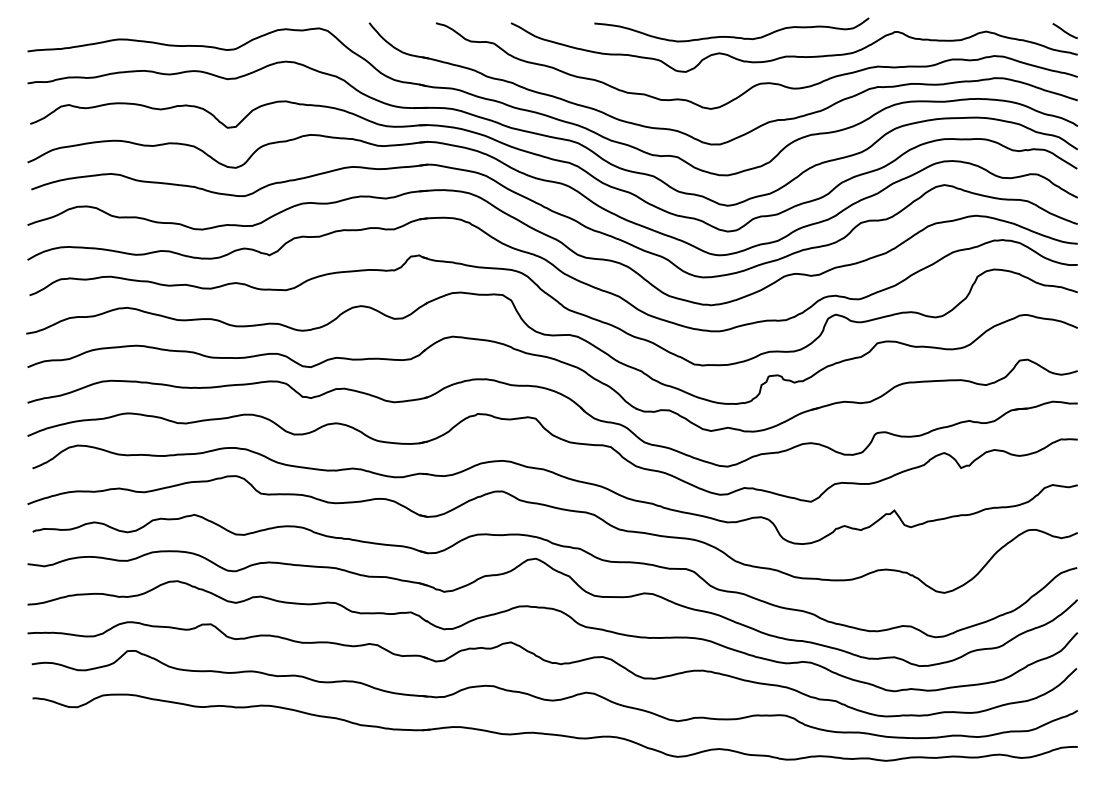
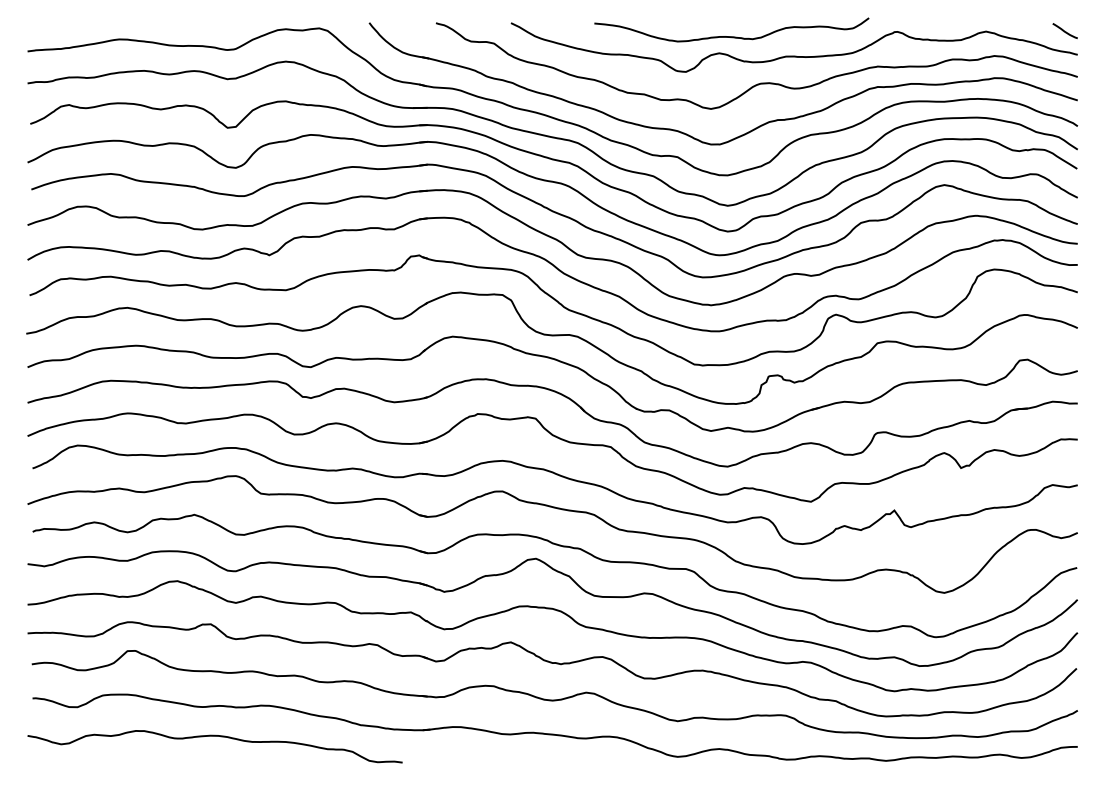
curve at (214, 736): none -> present
